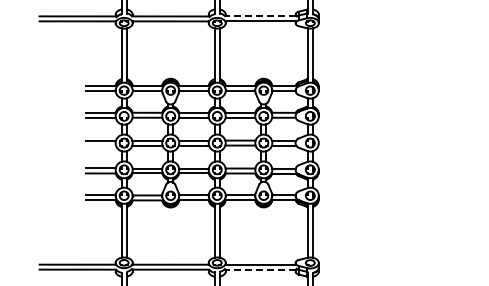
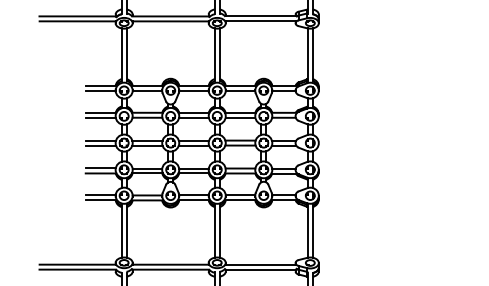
line at (260, 16): dashed -> solid
line at (100, 145): none -> present
line at (260, 269): dashed -> solid
